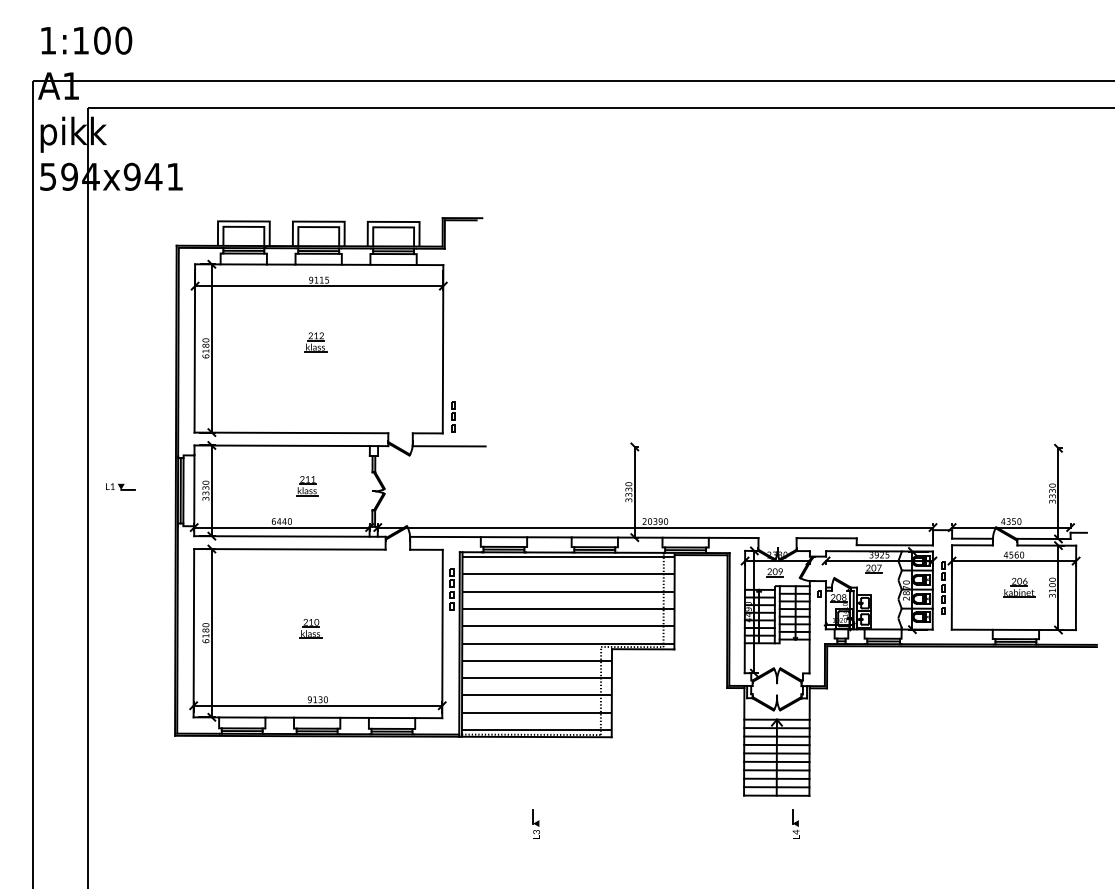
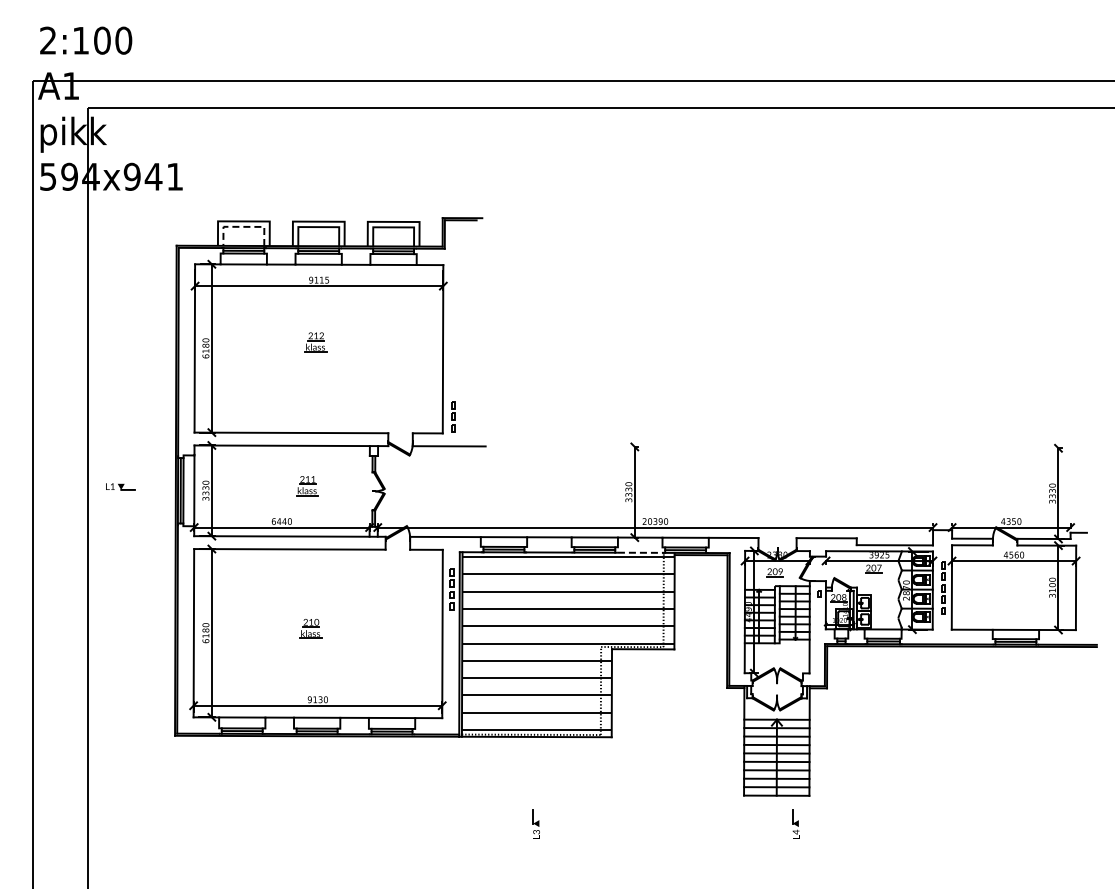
text at (47, 40): 1:100 -> 2:100
line at (243, 226): solid -> dashed
line at (640, 552): solid -> dashed
part at (1019, 587): present -> none
